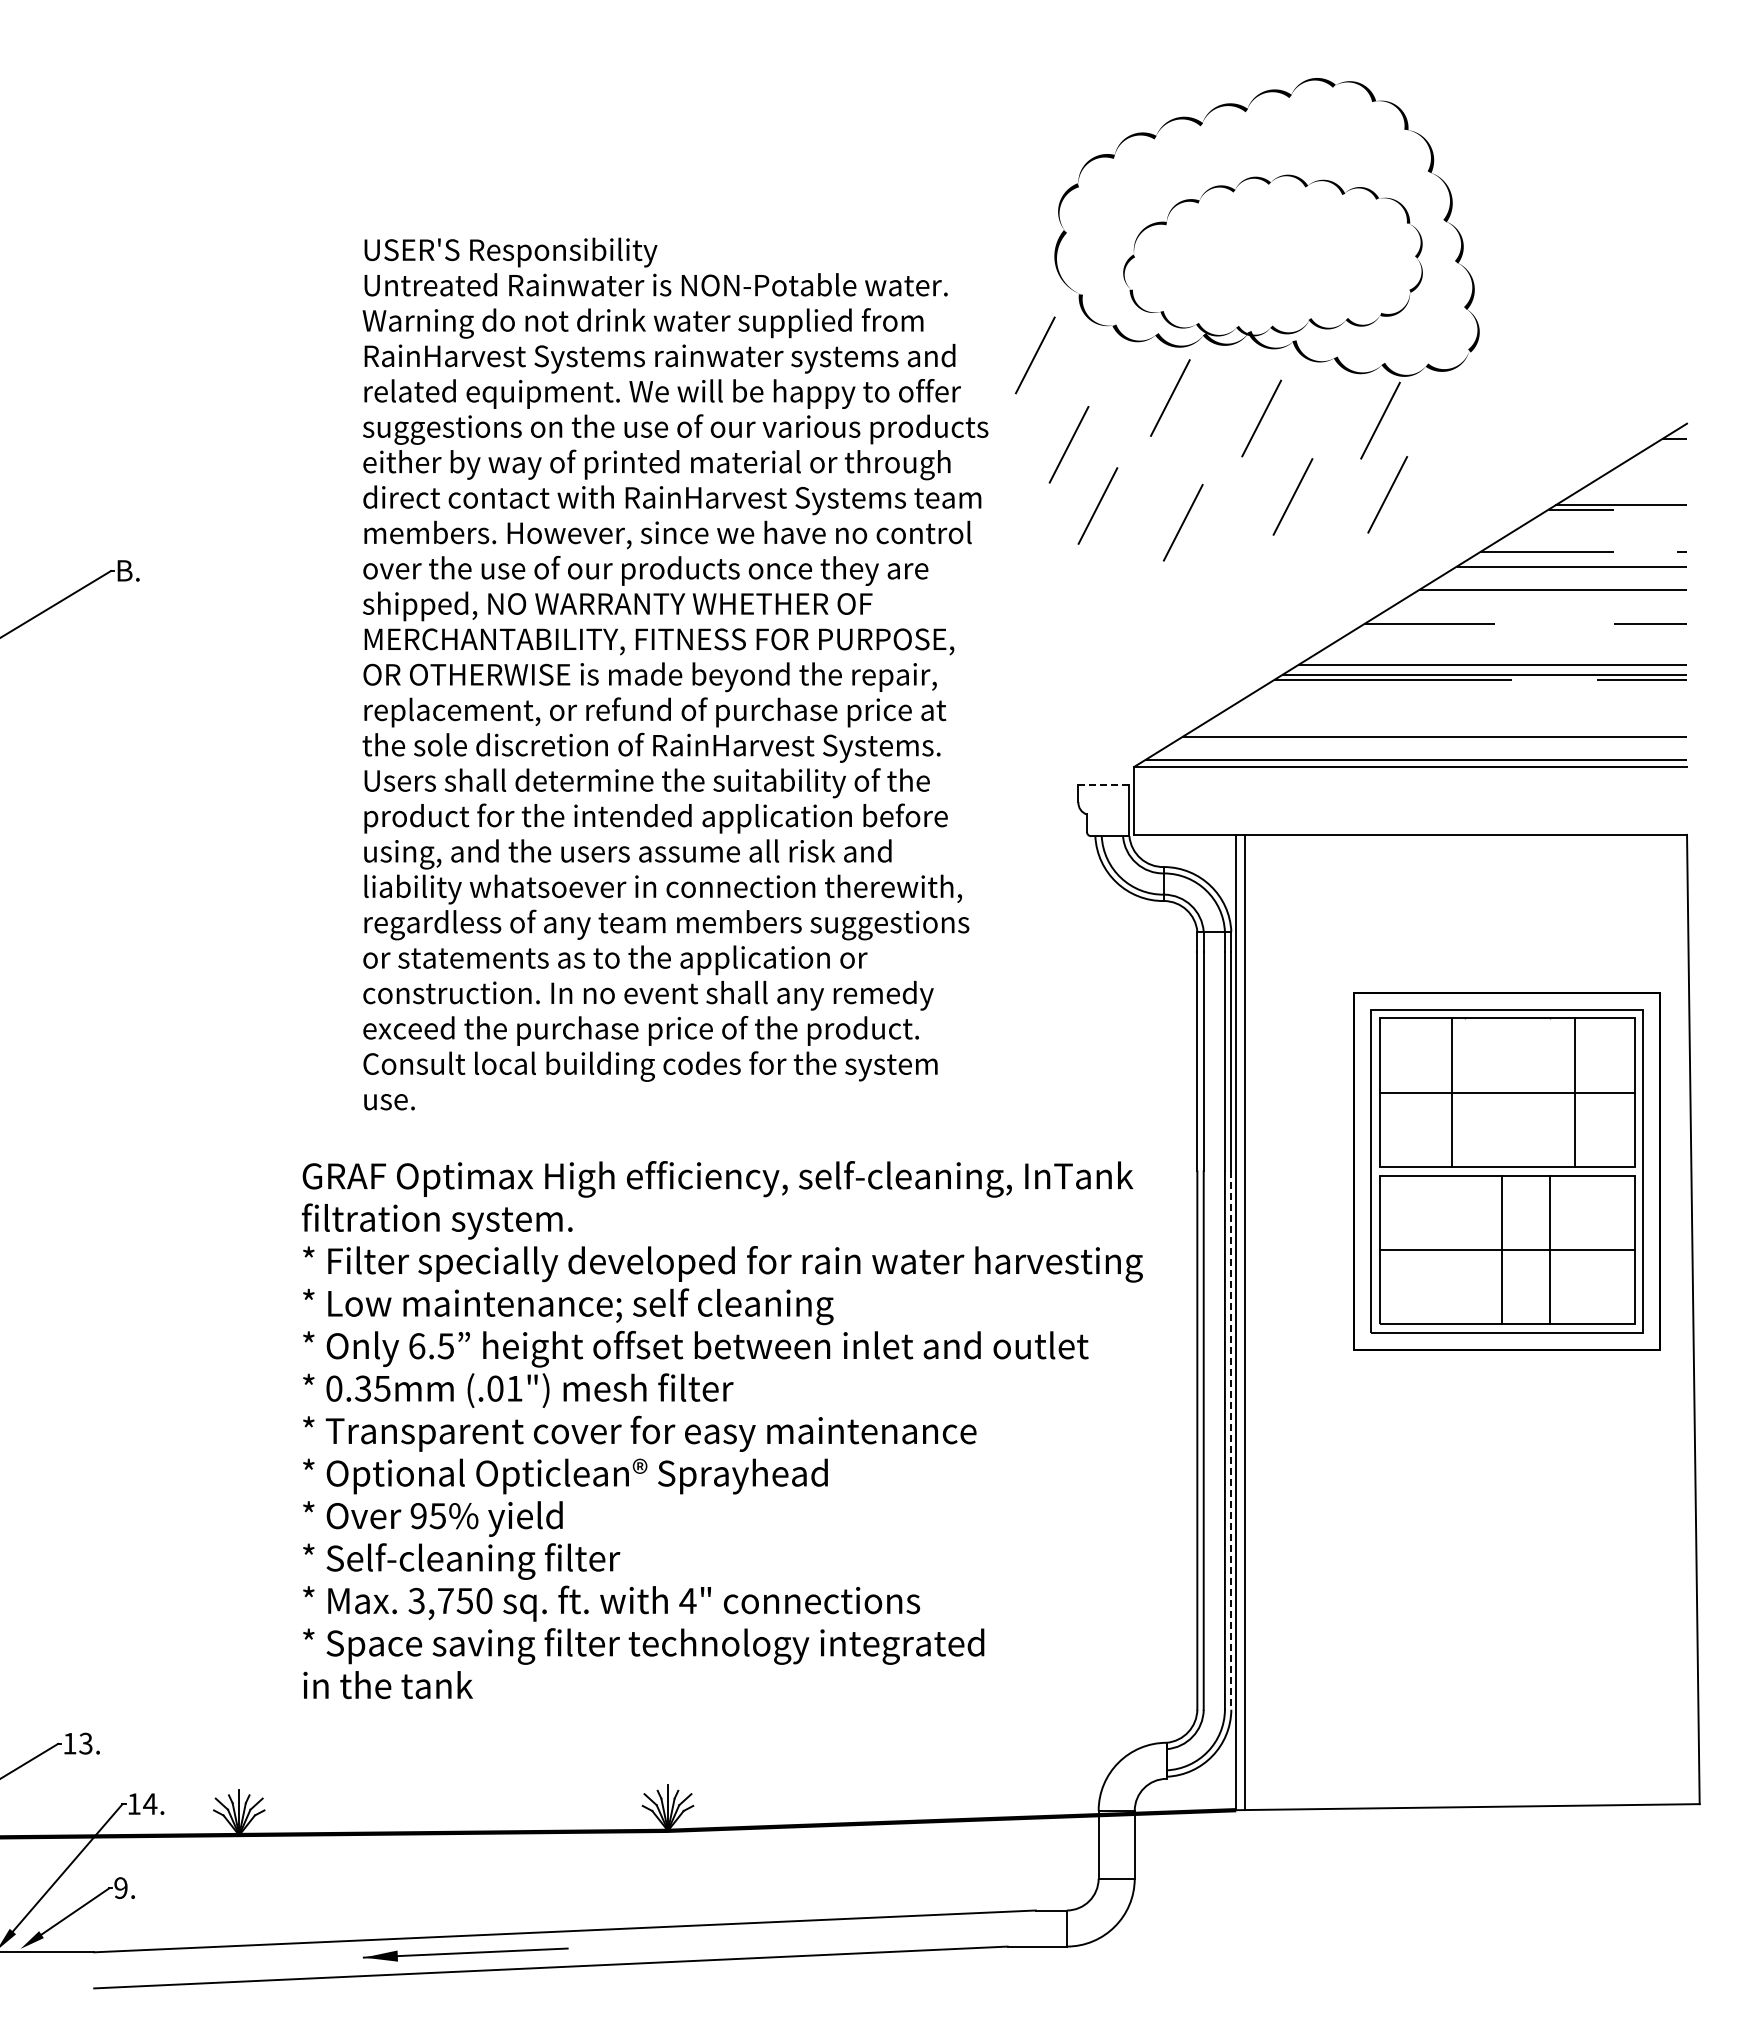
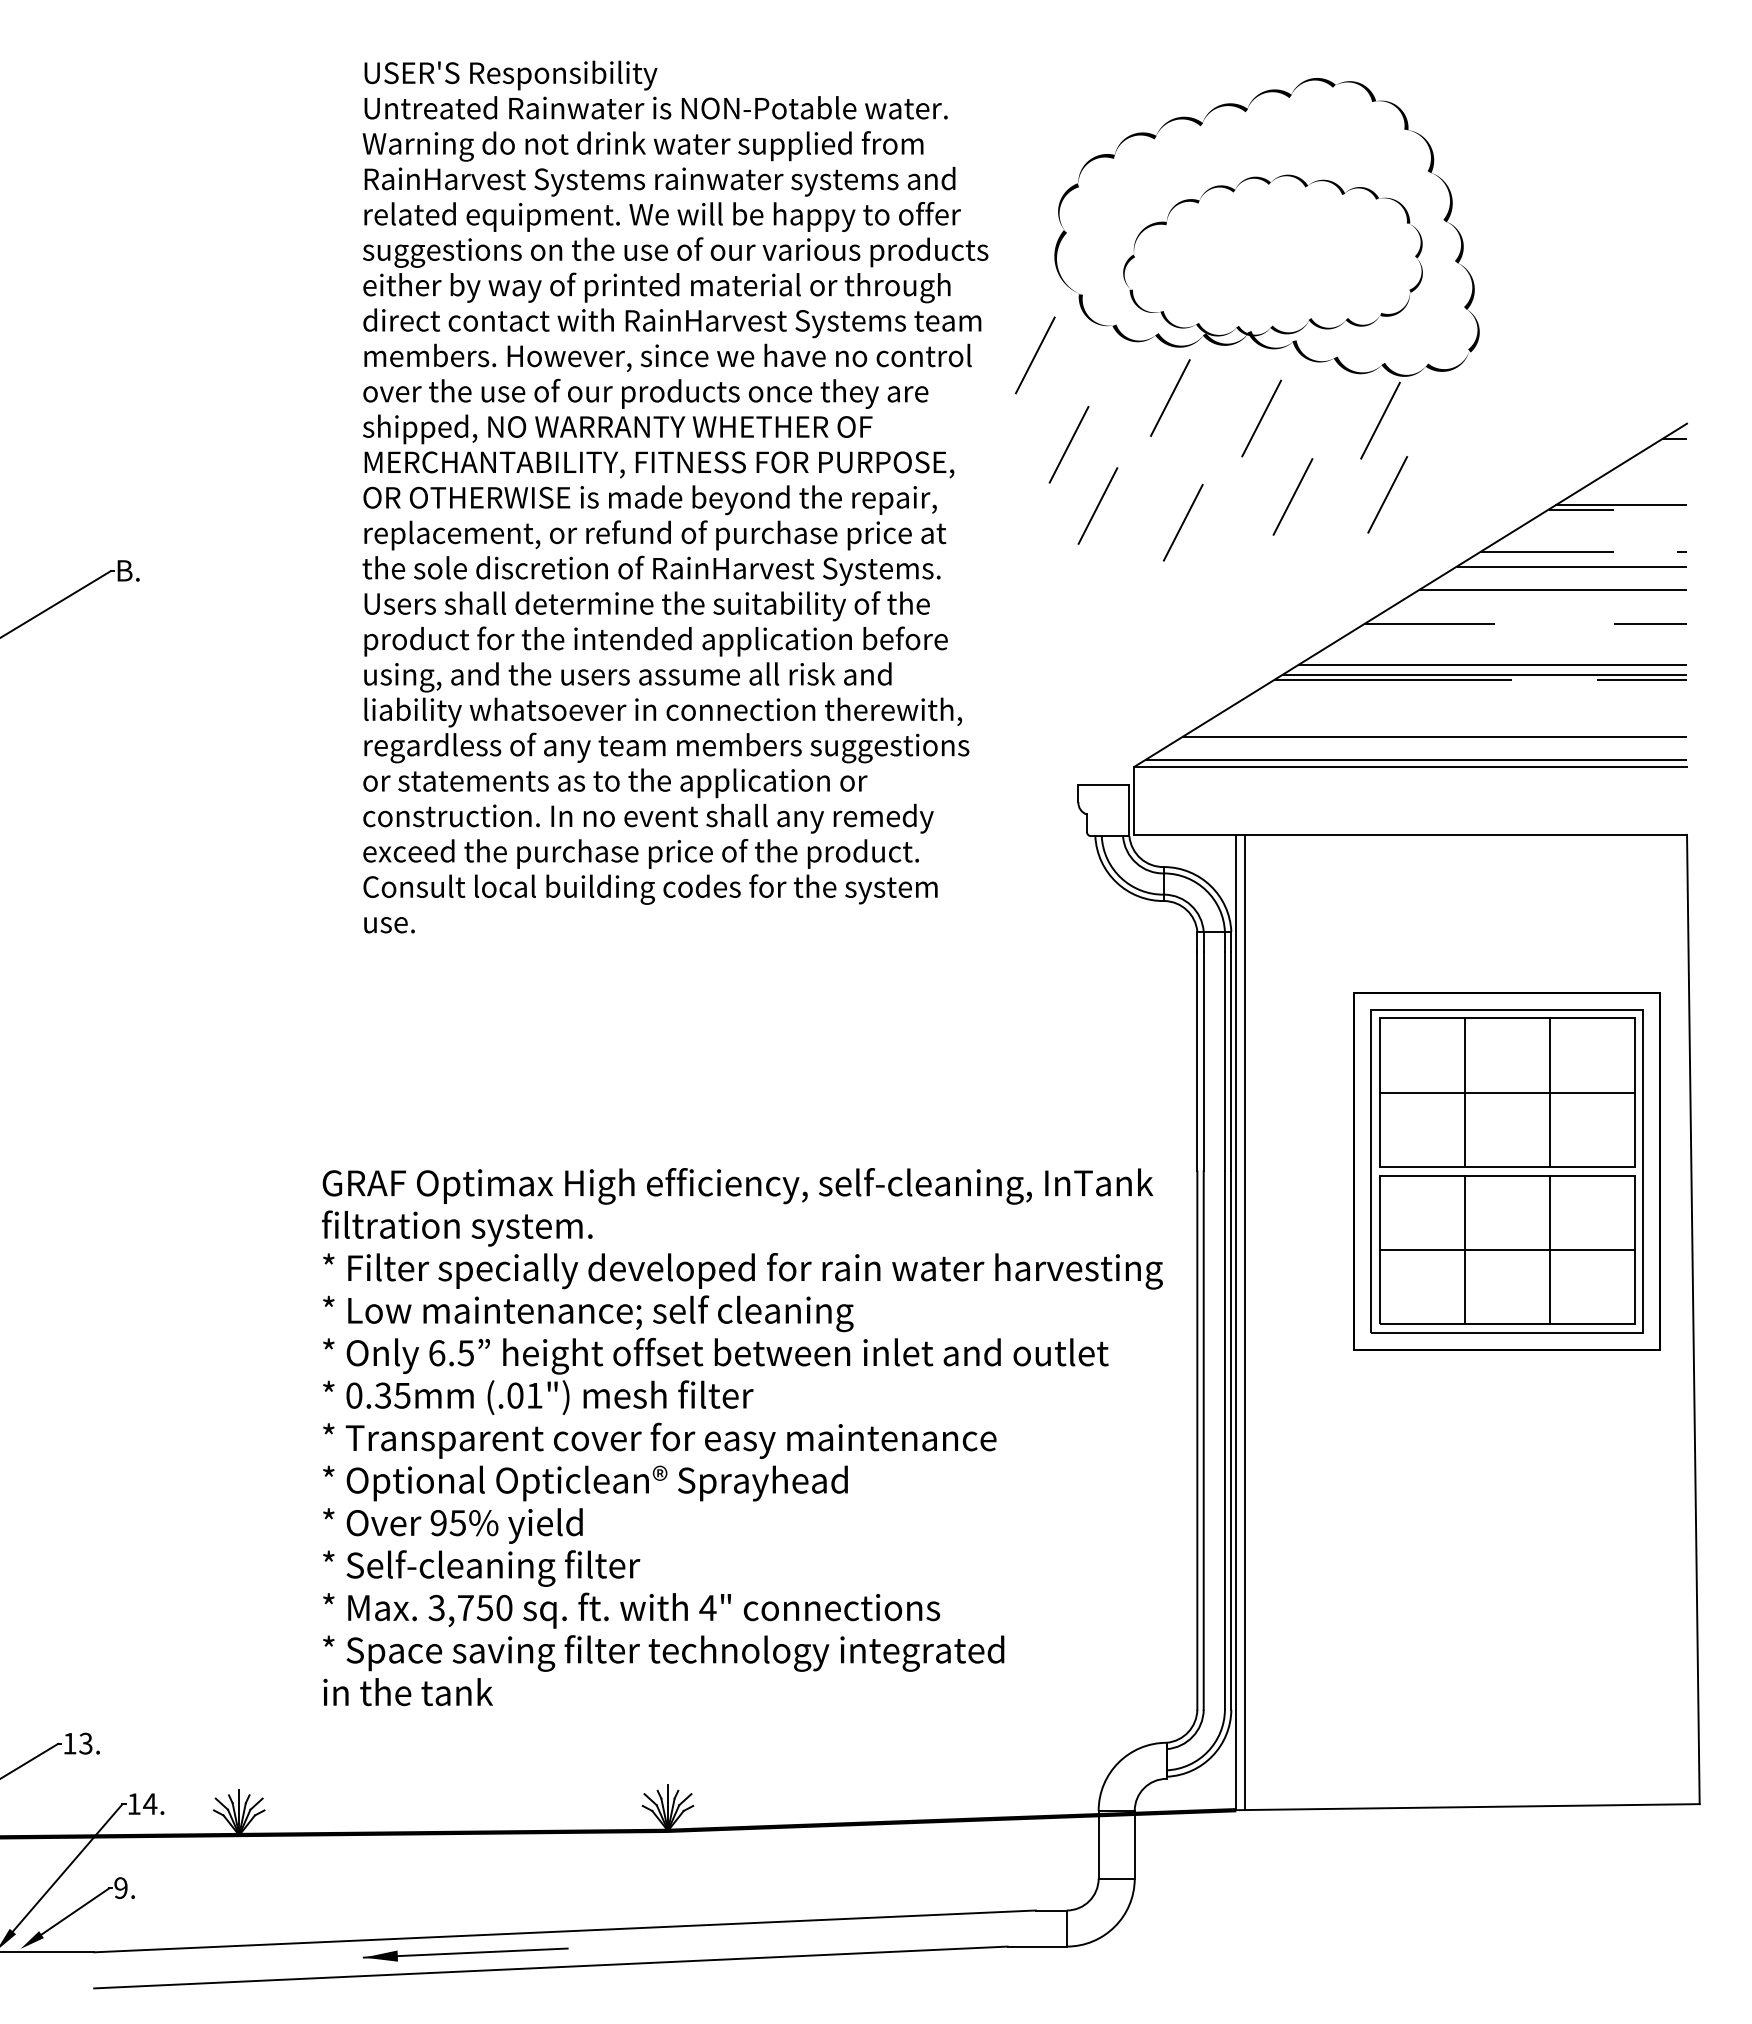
text at (675, 673) position: (675, 673) -> (675, 496)
line at (1103, 785): dashed -> solid
line at (1451, 1092) position: (1451, 1092) -> (1464, 1092)
line at (1574, 1092) position: (1574, 1092) -> (1549, 1092)
line at (1501, 1249) position: (1501, 1249) -> (1464, 1249)
text at (722, 1430) position: (722, 1430) -> (742, 1437)
line at (1231, 1441): dashed -> solid
